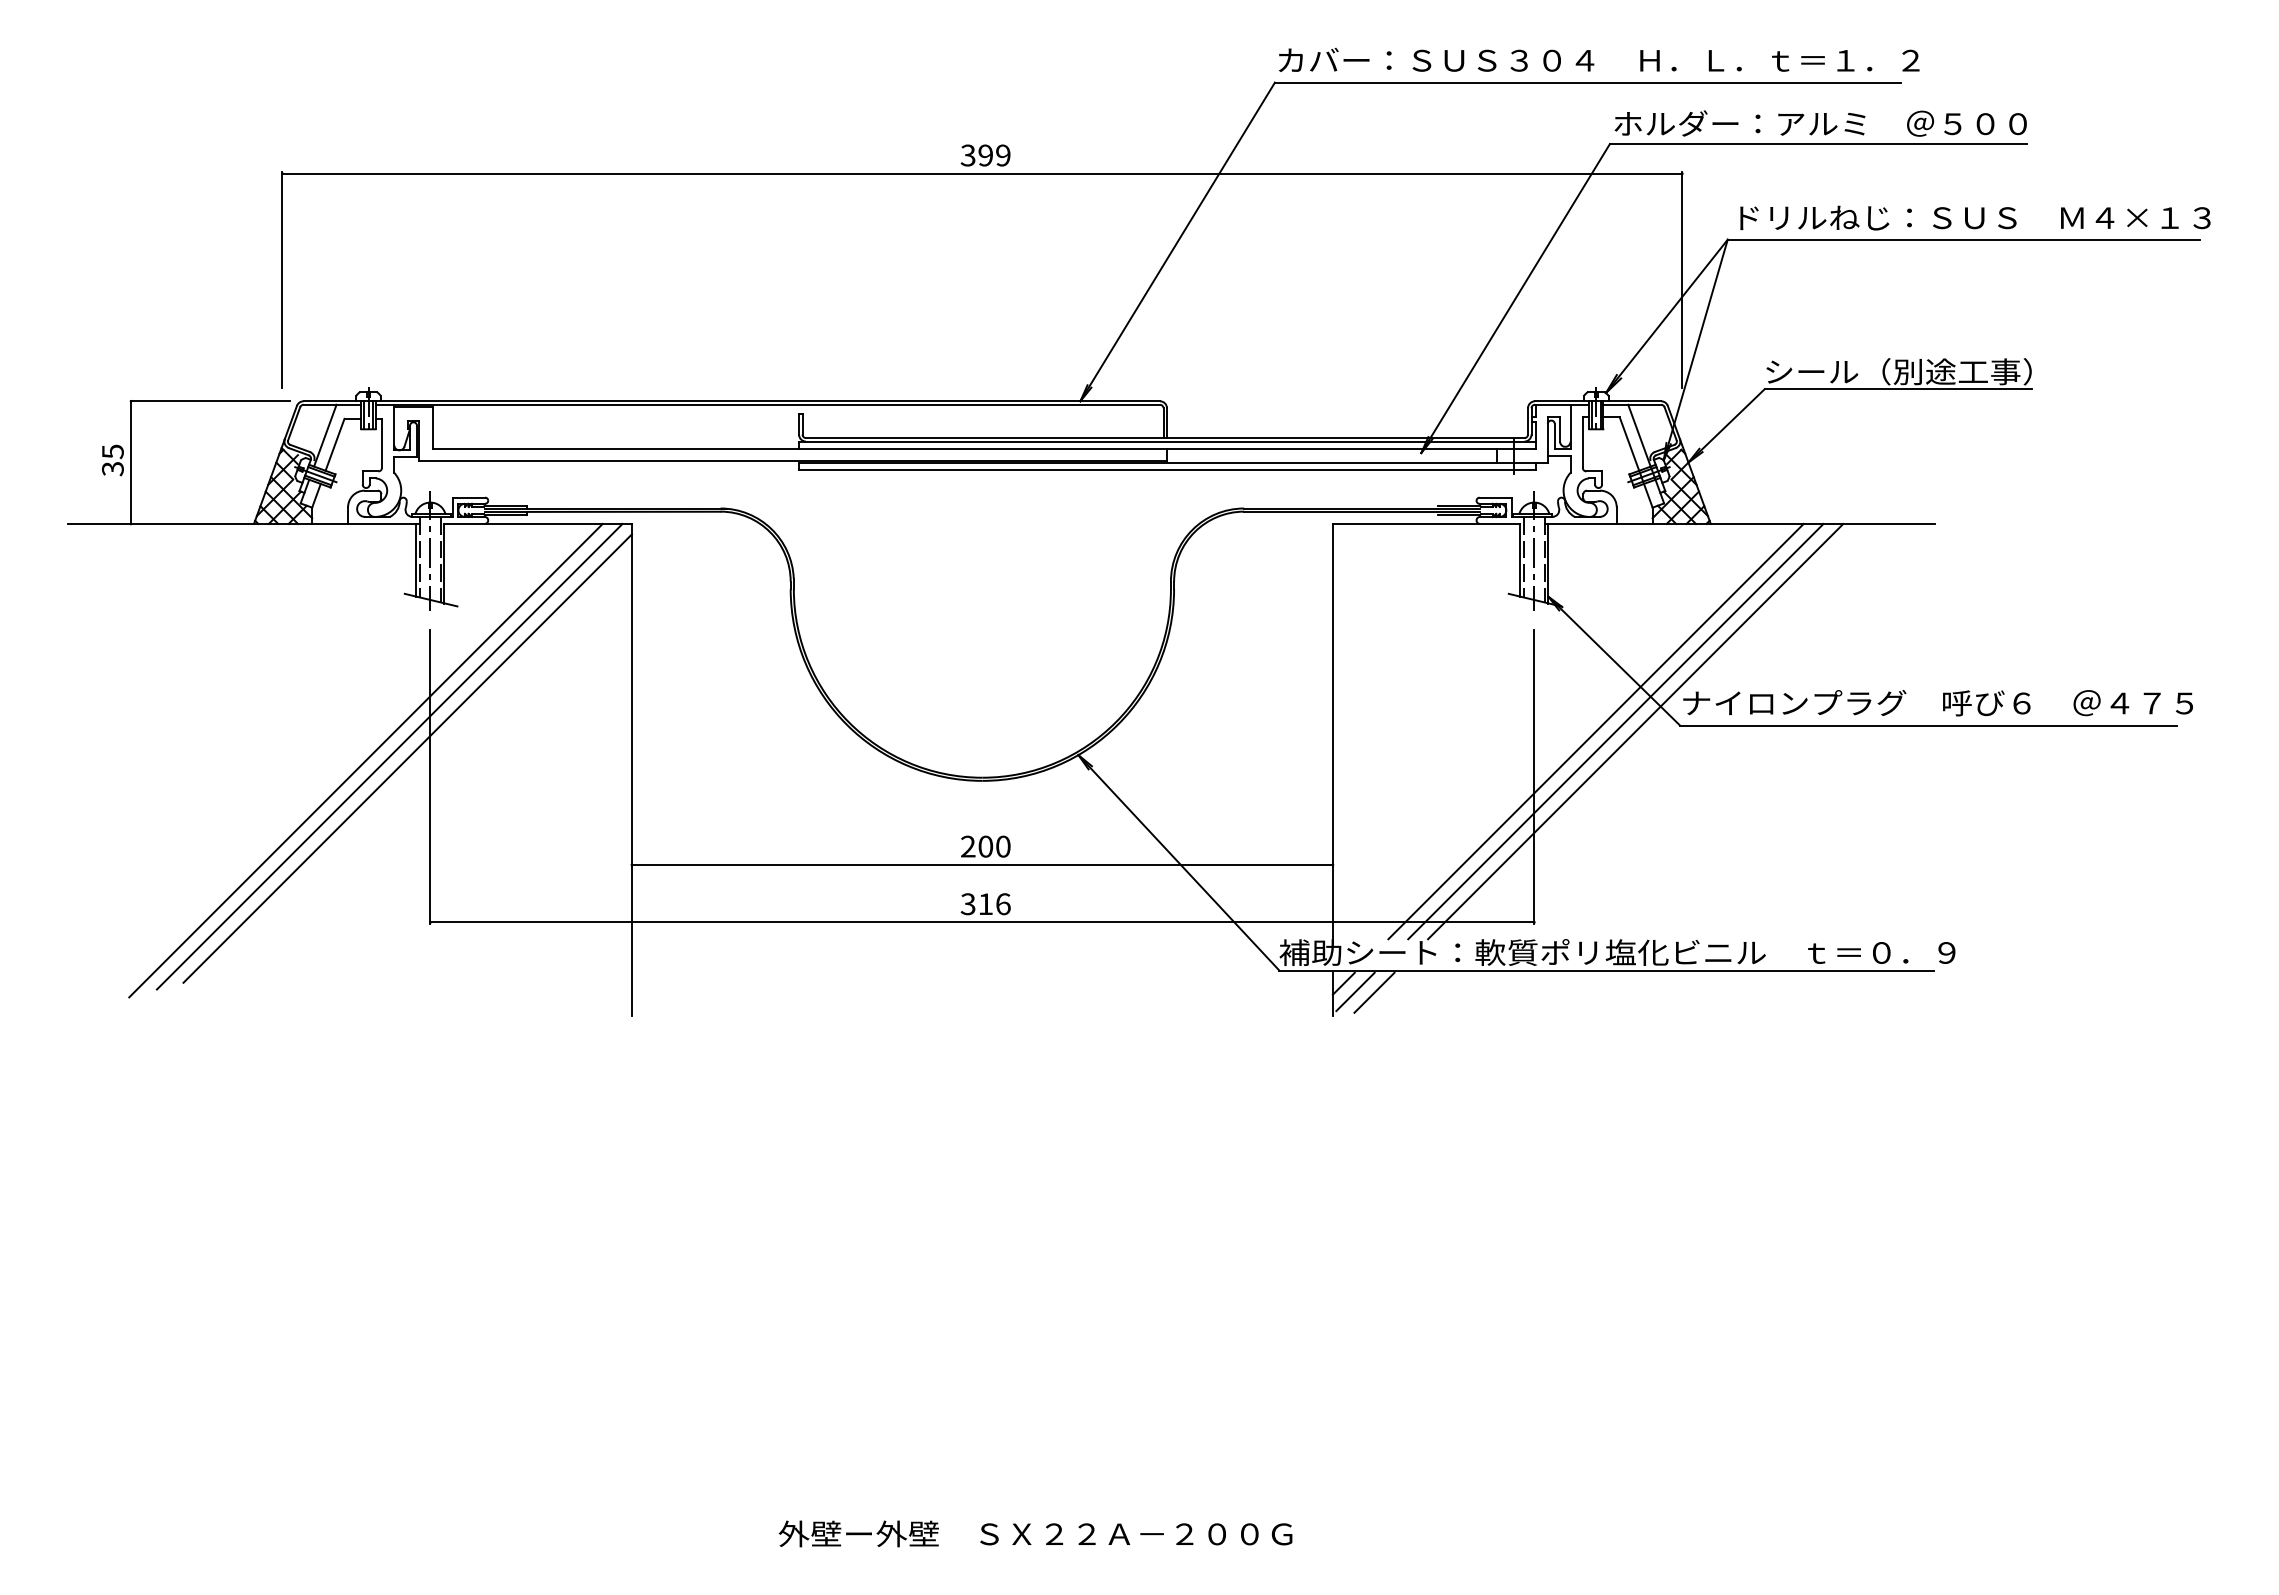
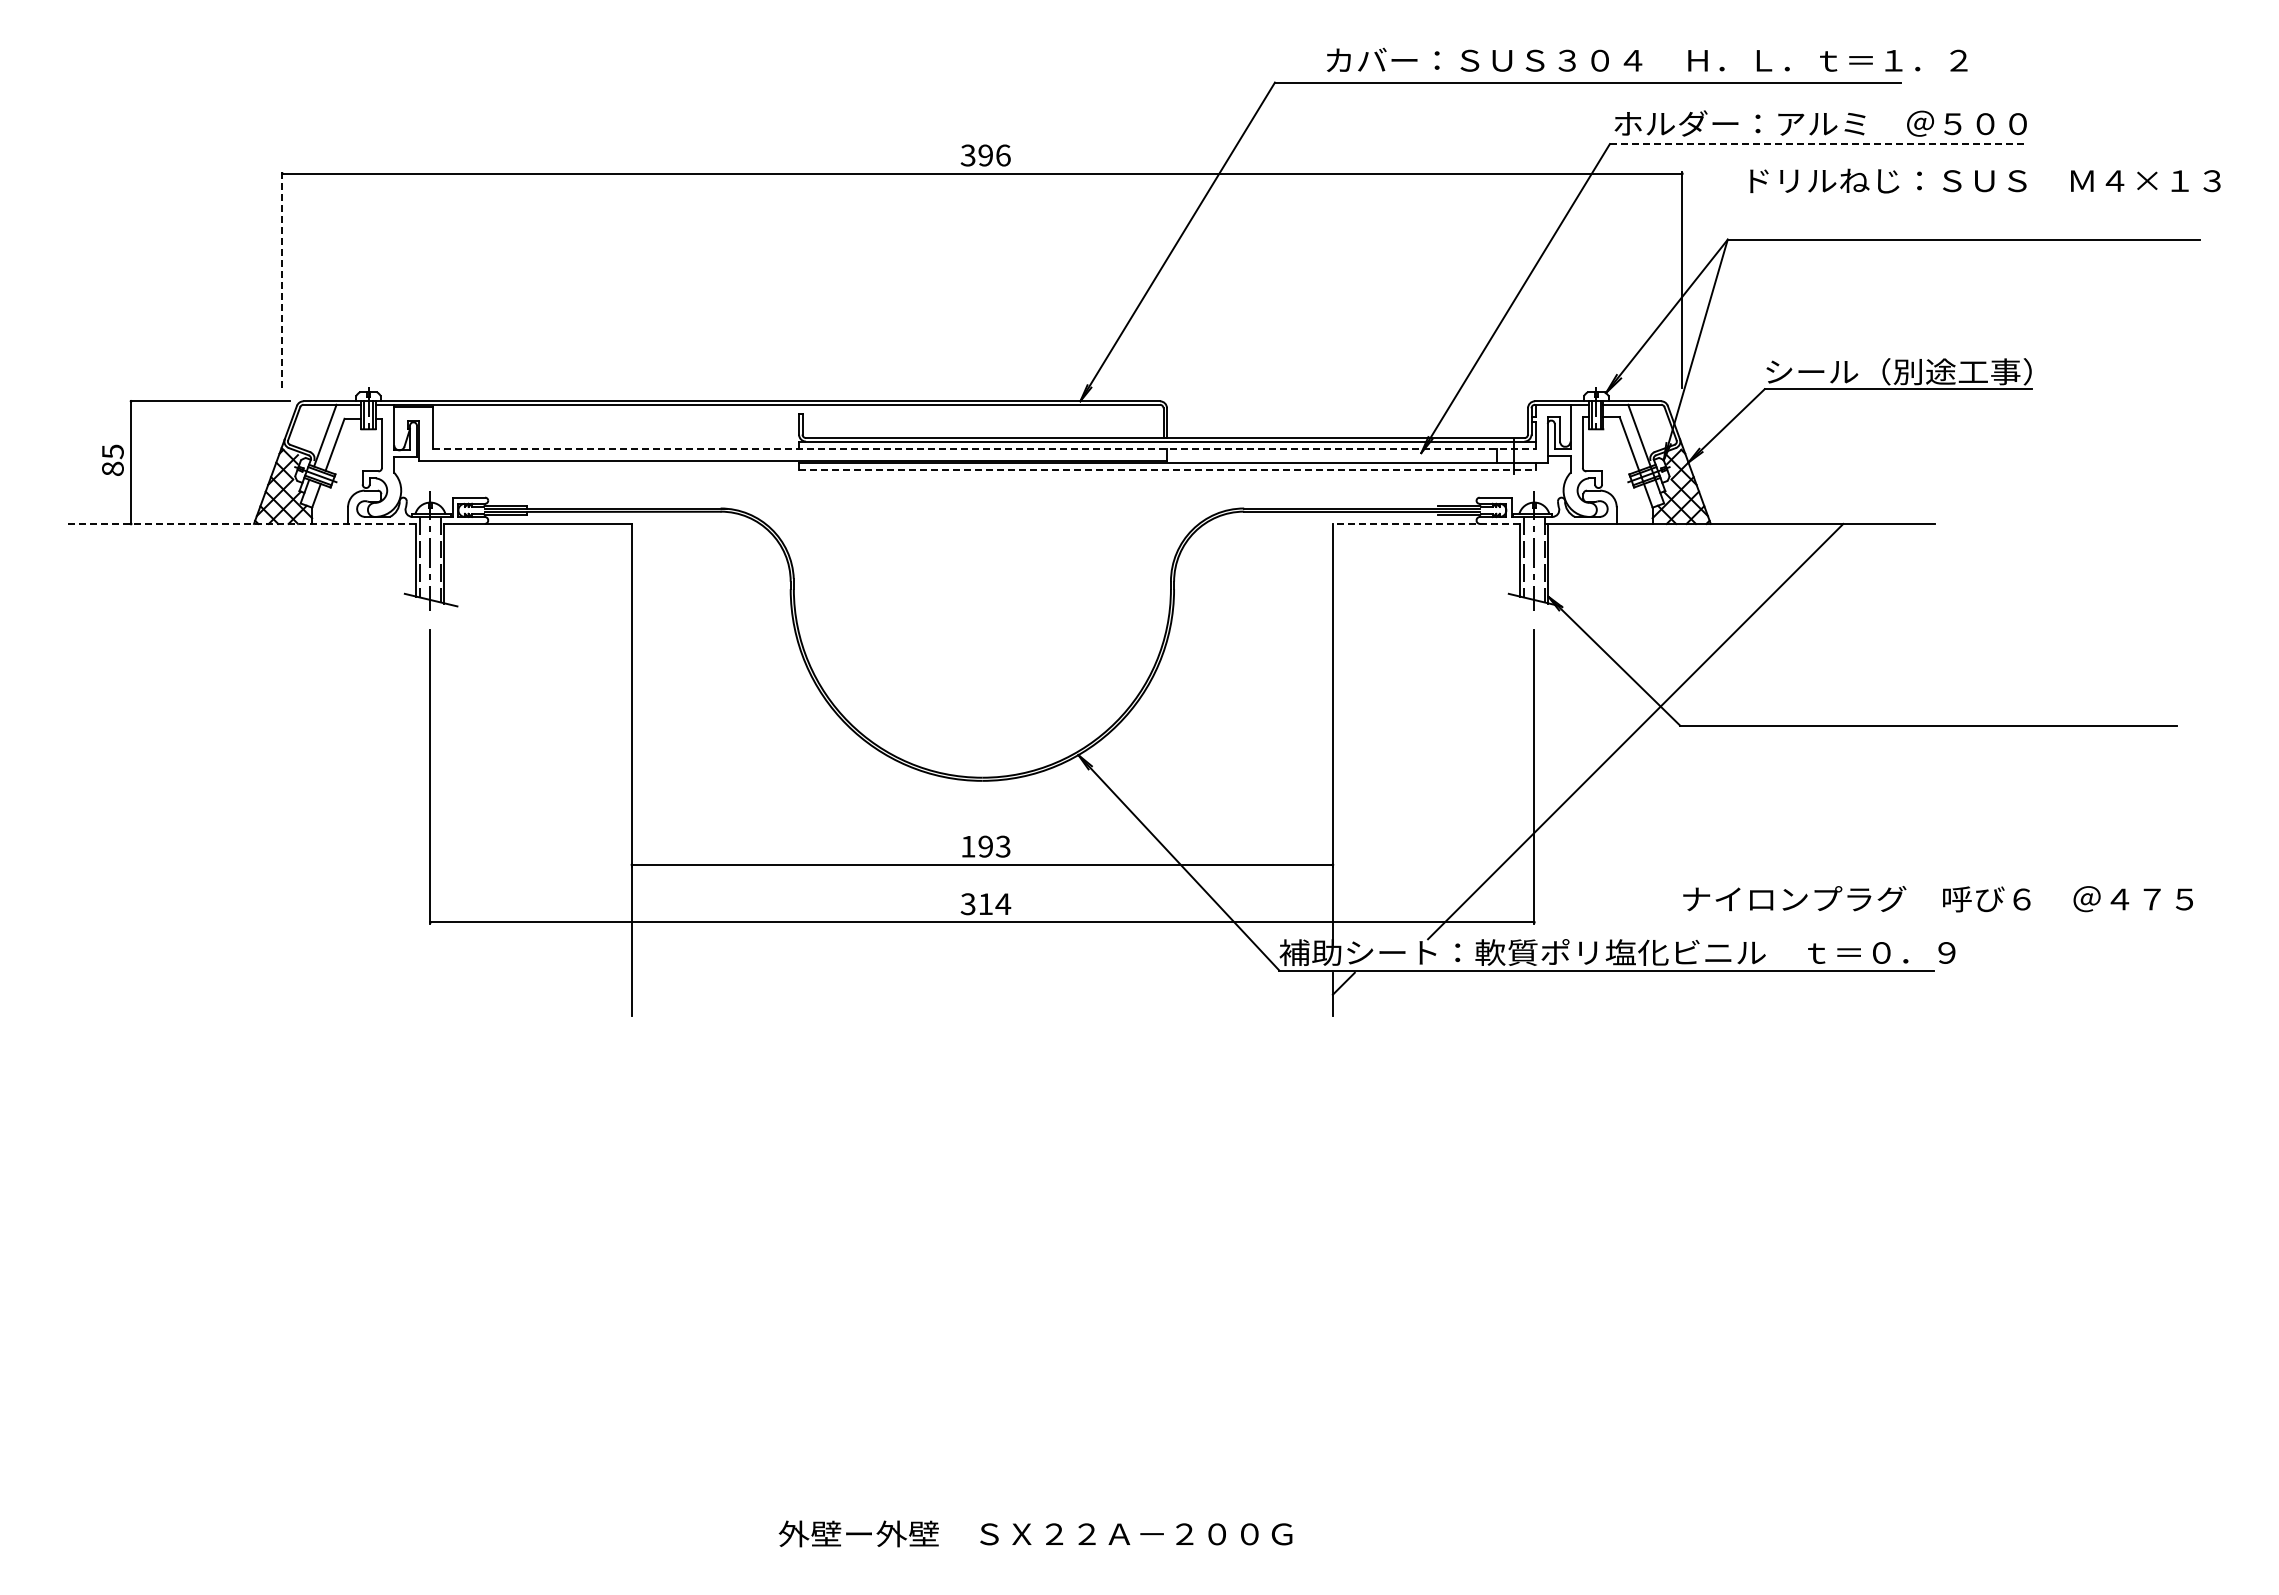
text at (1599, 59) position: (1599, 59) -> (1647, 59)
line at (1818, 144): solid -> dashed
text at (1003, 155): 399 -> 396
text at (1975, 217) position: (1975, 217) -> (1985, 180)
line at (282, 279): solid -> dashed
line at (984, 448): solid -> dashed
text at (112, 468): 35 -> 85
line at (1167, 469): solid -> dashed
line at (244, 523): solid -> dashed
line at (1426, 523): solid -> dashed
text at (1937, 703) position: (1937, 703) -> (1937, 899)
line at (1595, 731): present -> none
line at (1615, 731): present -> none
line at (389, 756): present -> none
line at (407, 758): present -> none
line at (365, 760): present -> none
text at (985, 846): 200 -> 193
text at (1003, 904): 316 -> 314
line at (1355, 991): present -> none
line at (1374, 992): present -> none
